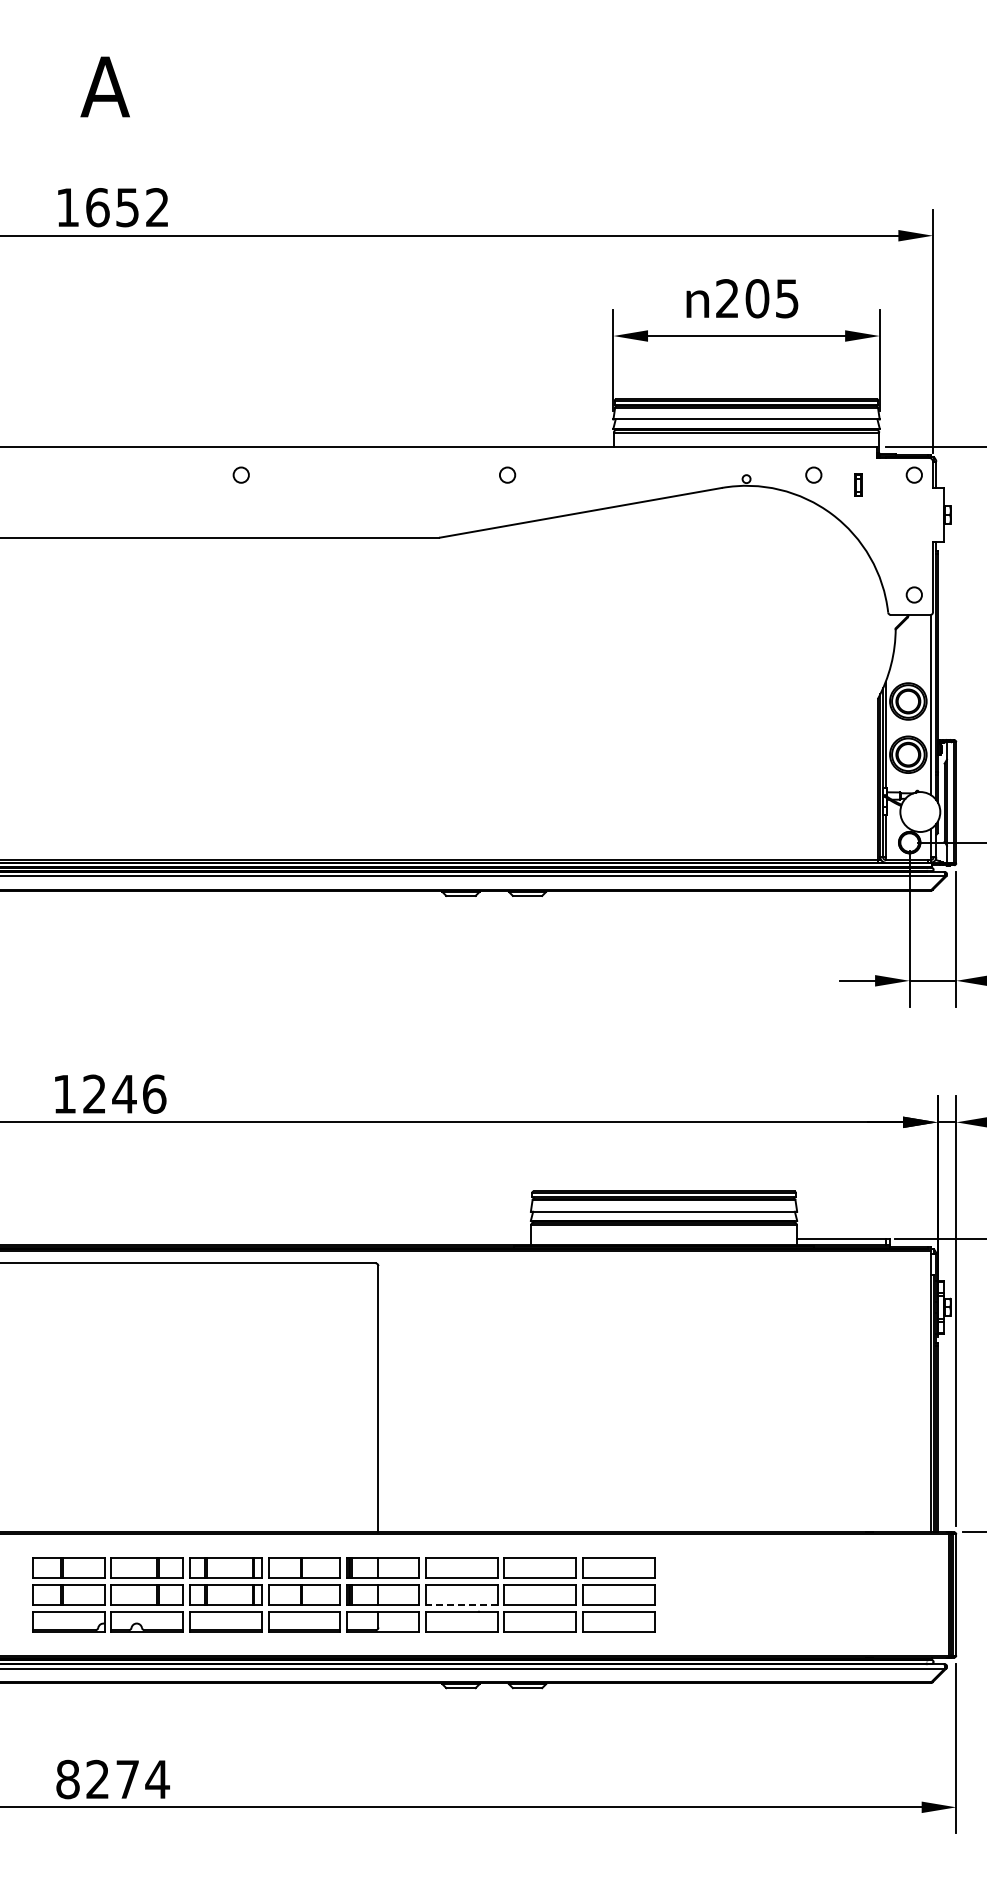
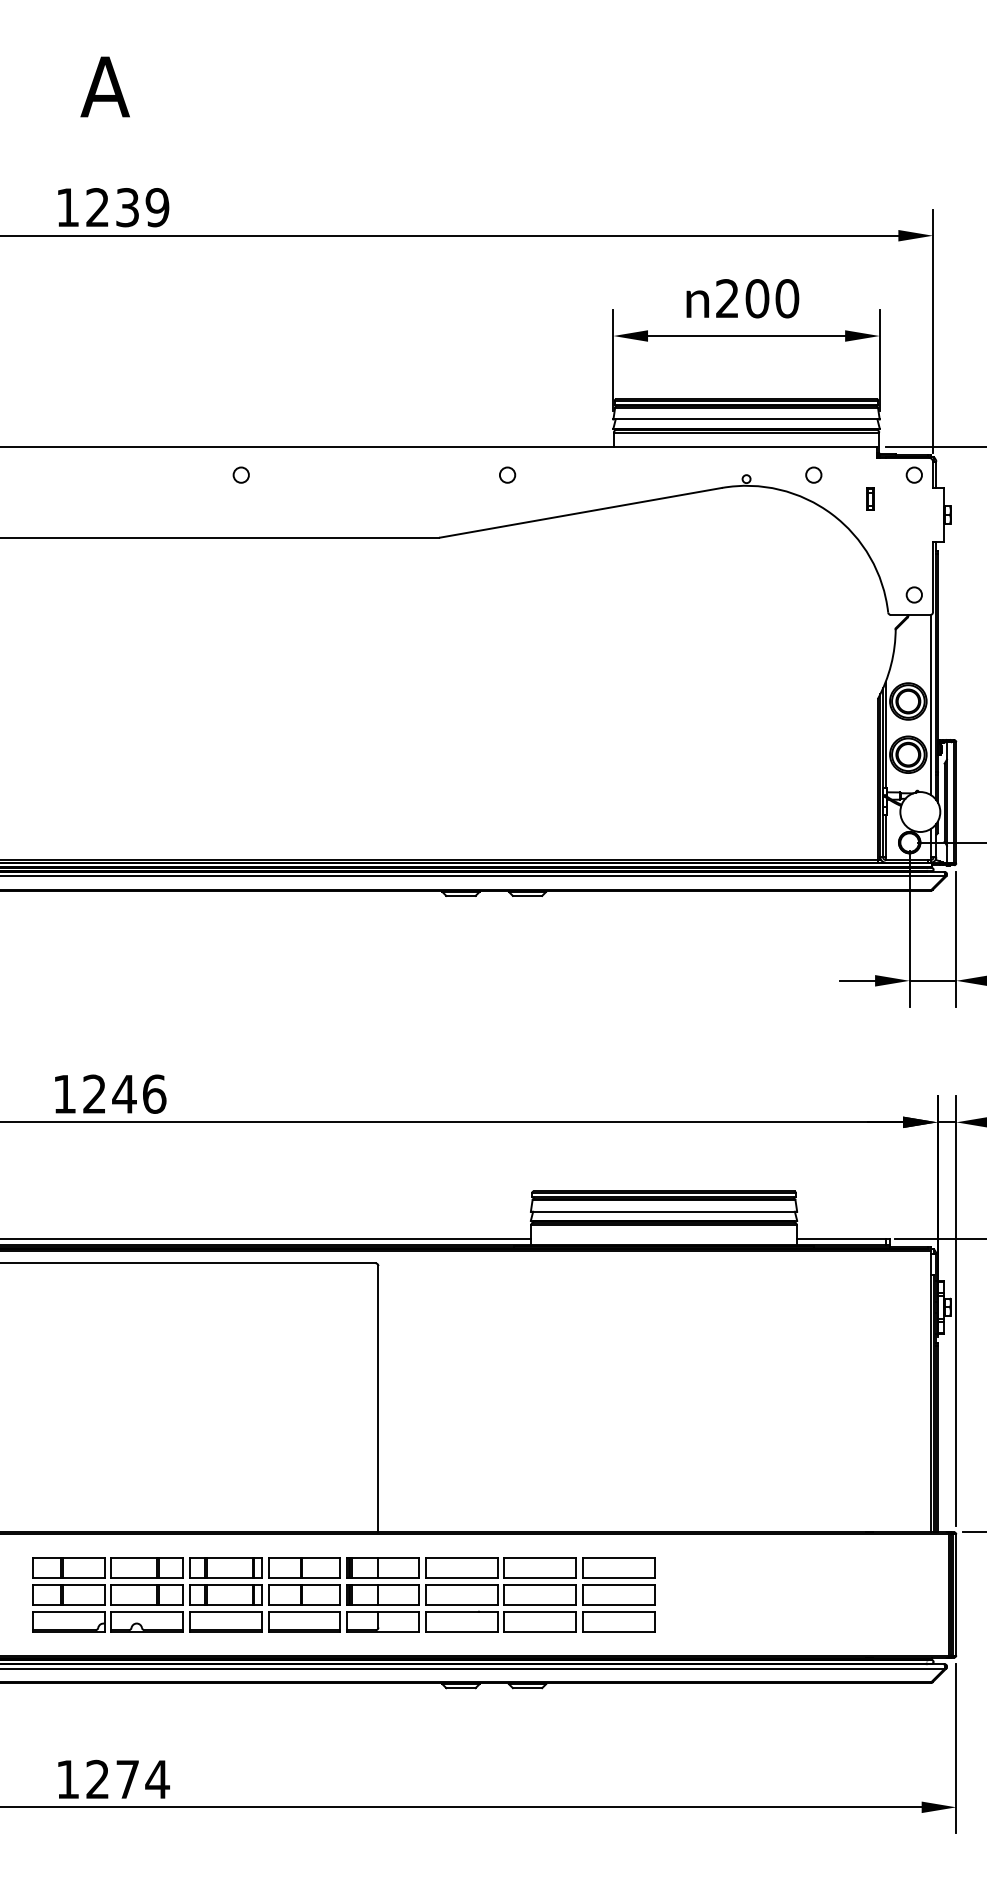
text at (127, 207): 1652 -> 1239
text at (787, 298): 205 -> 200
part at (858, 484) position: (858, 484) -> (870, 498)
line at (266, 1239): none -> present
line at (461, 1604): dashed -> solid
text at (67, 1779): 8274 -> 1274
